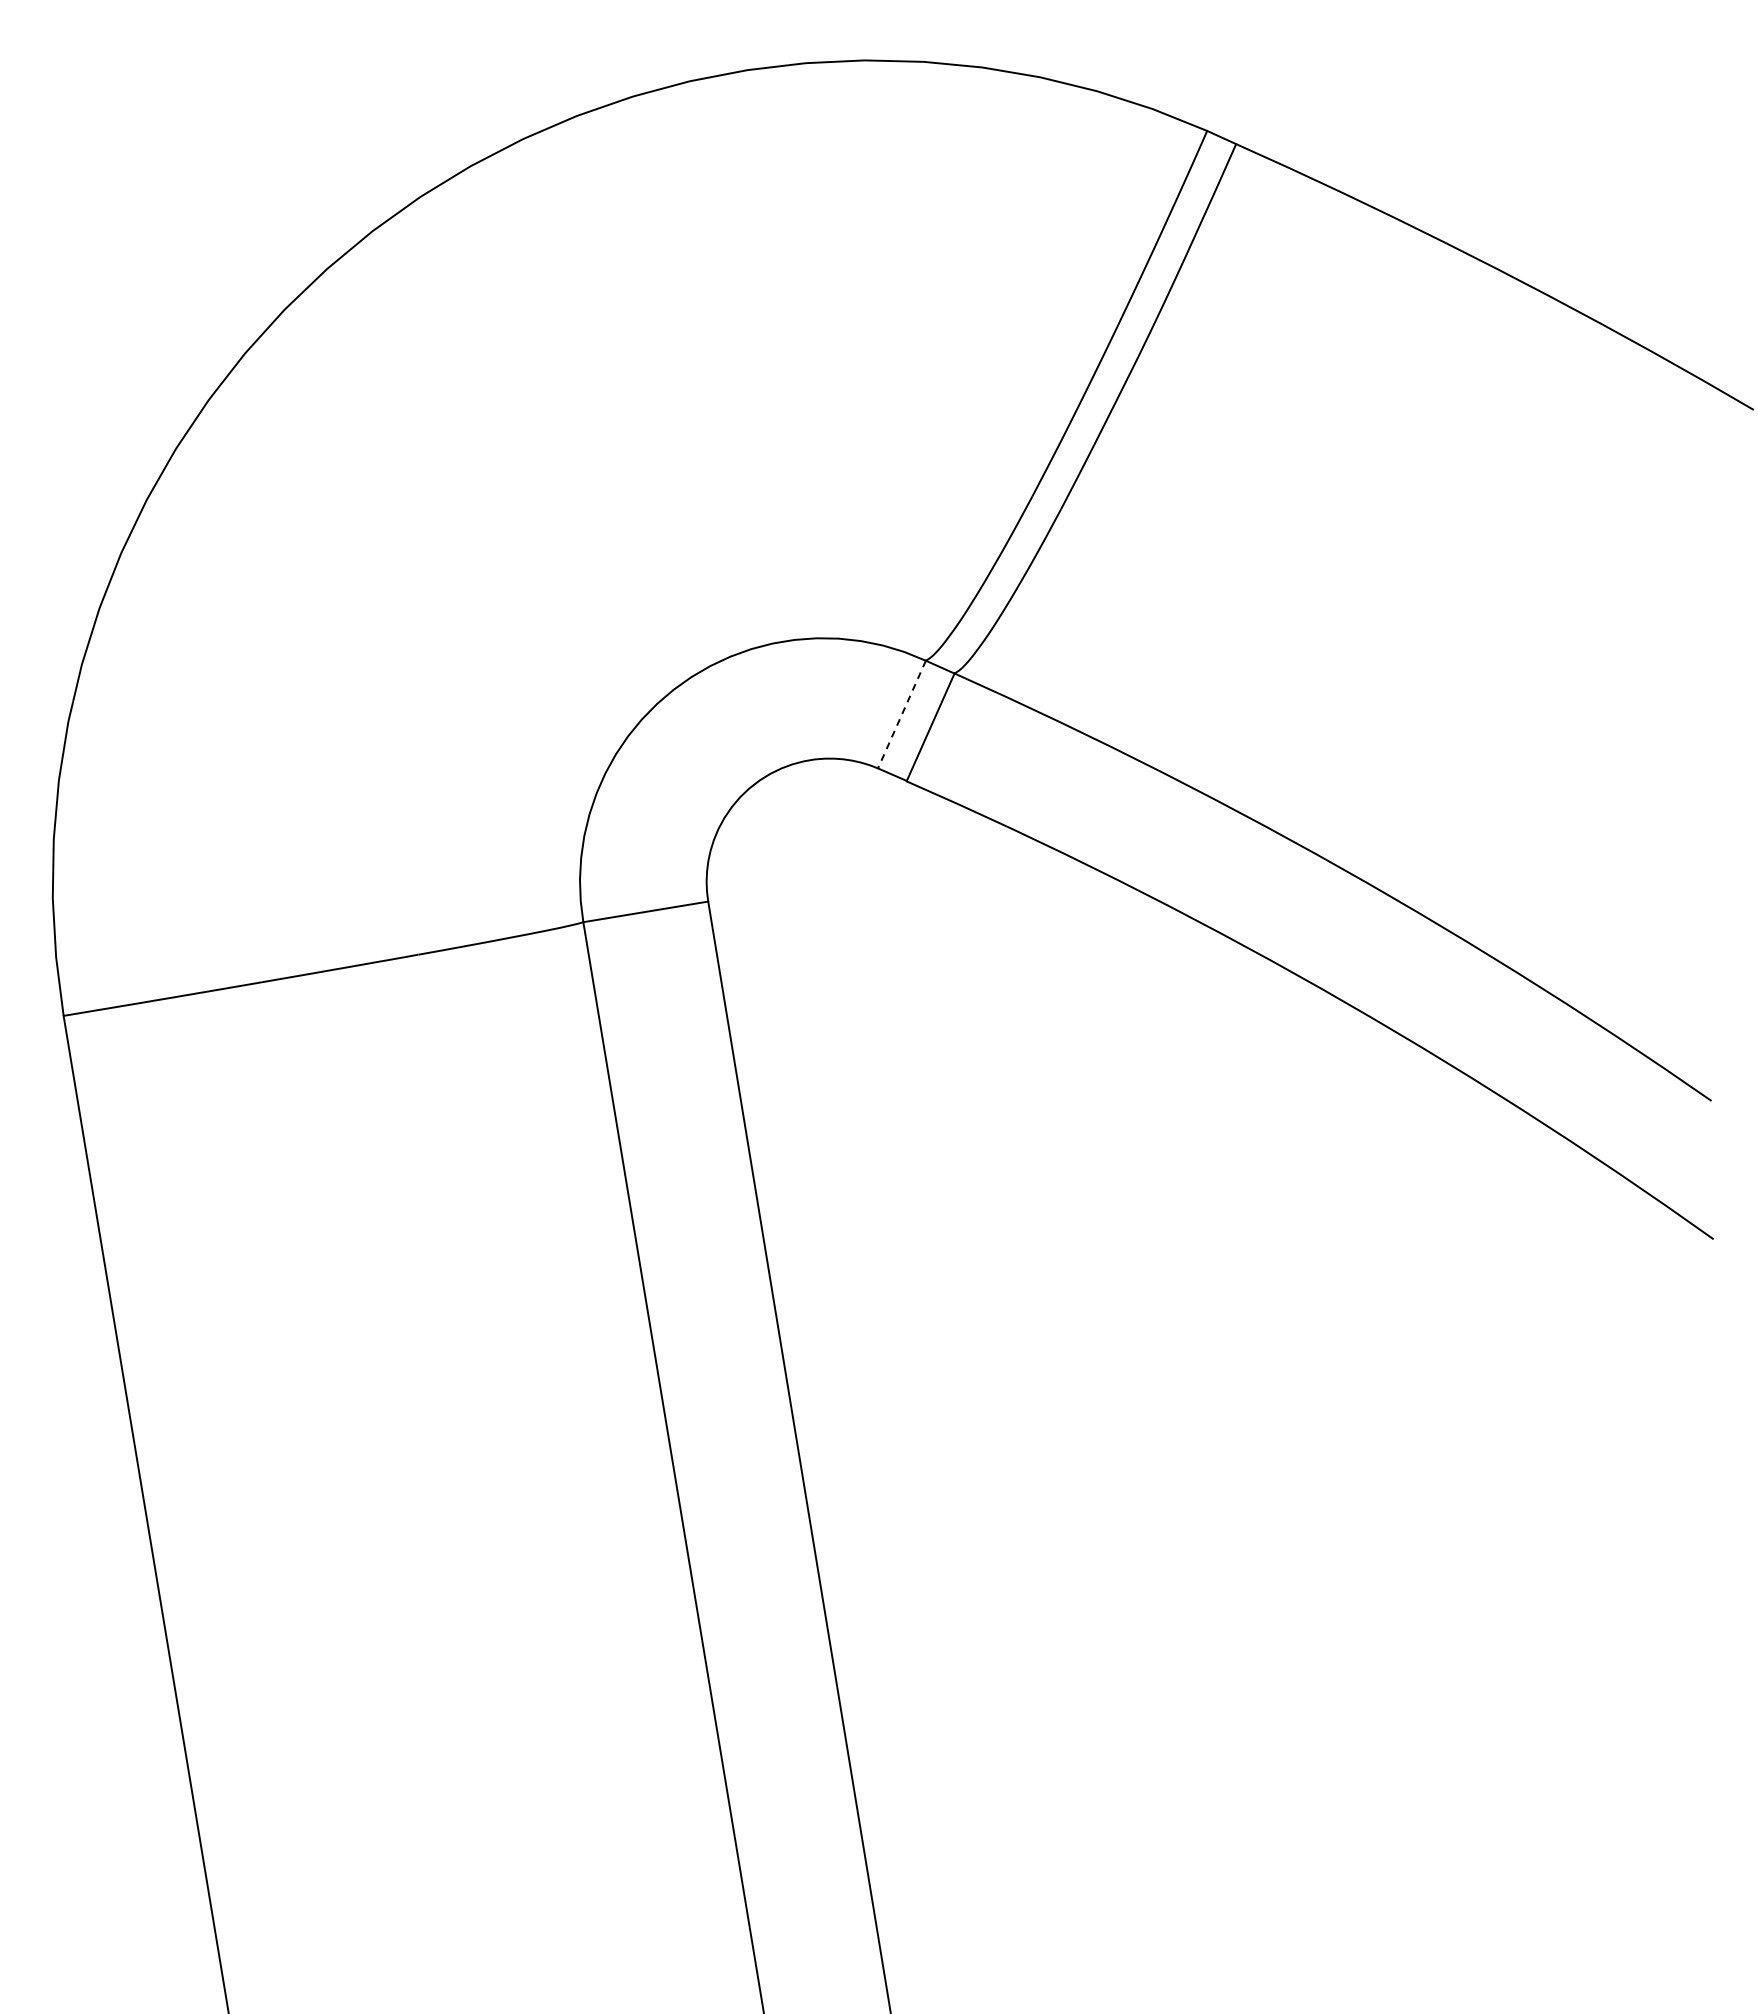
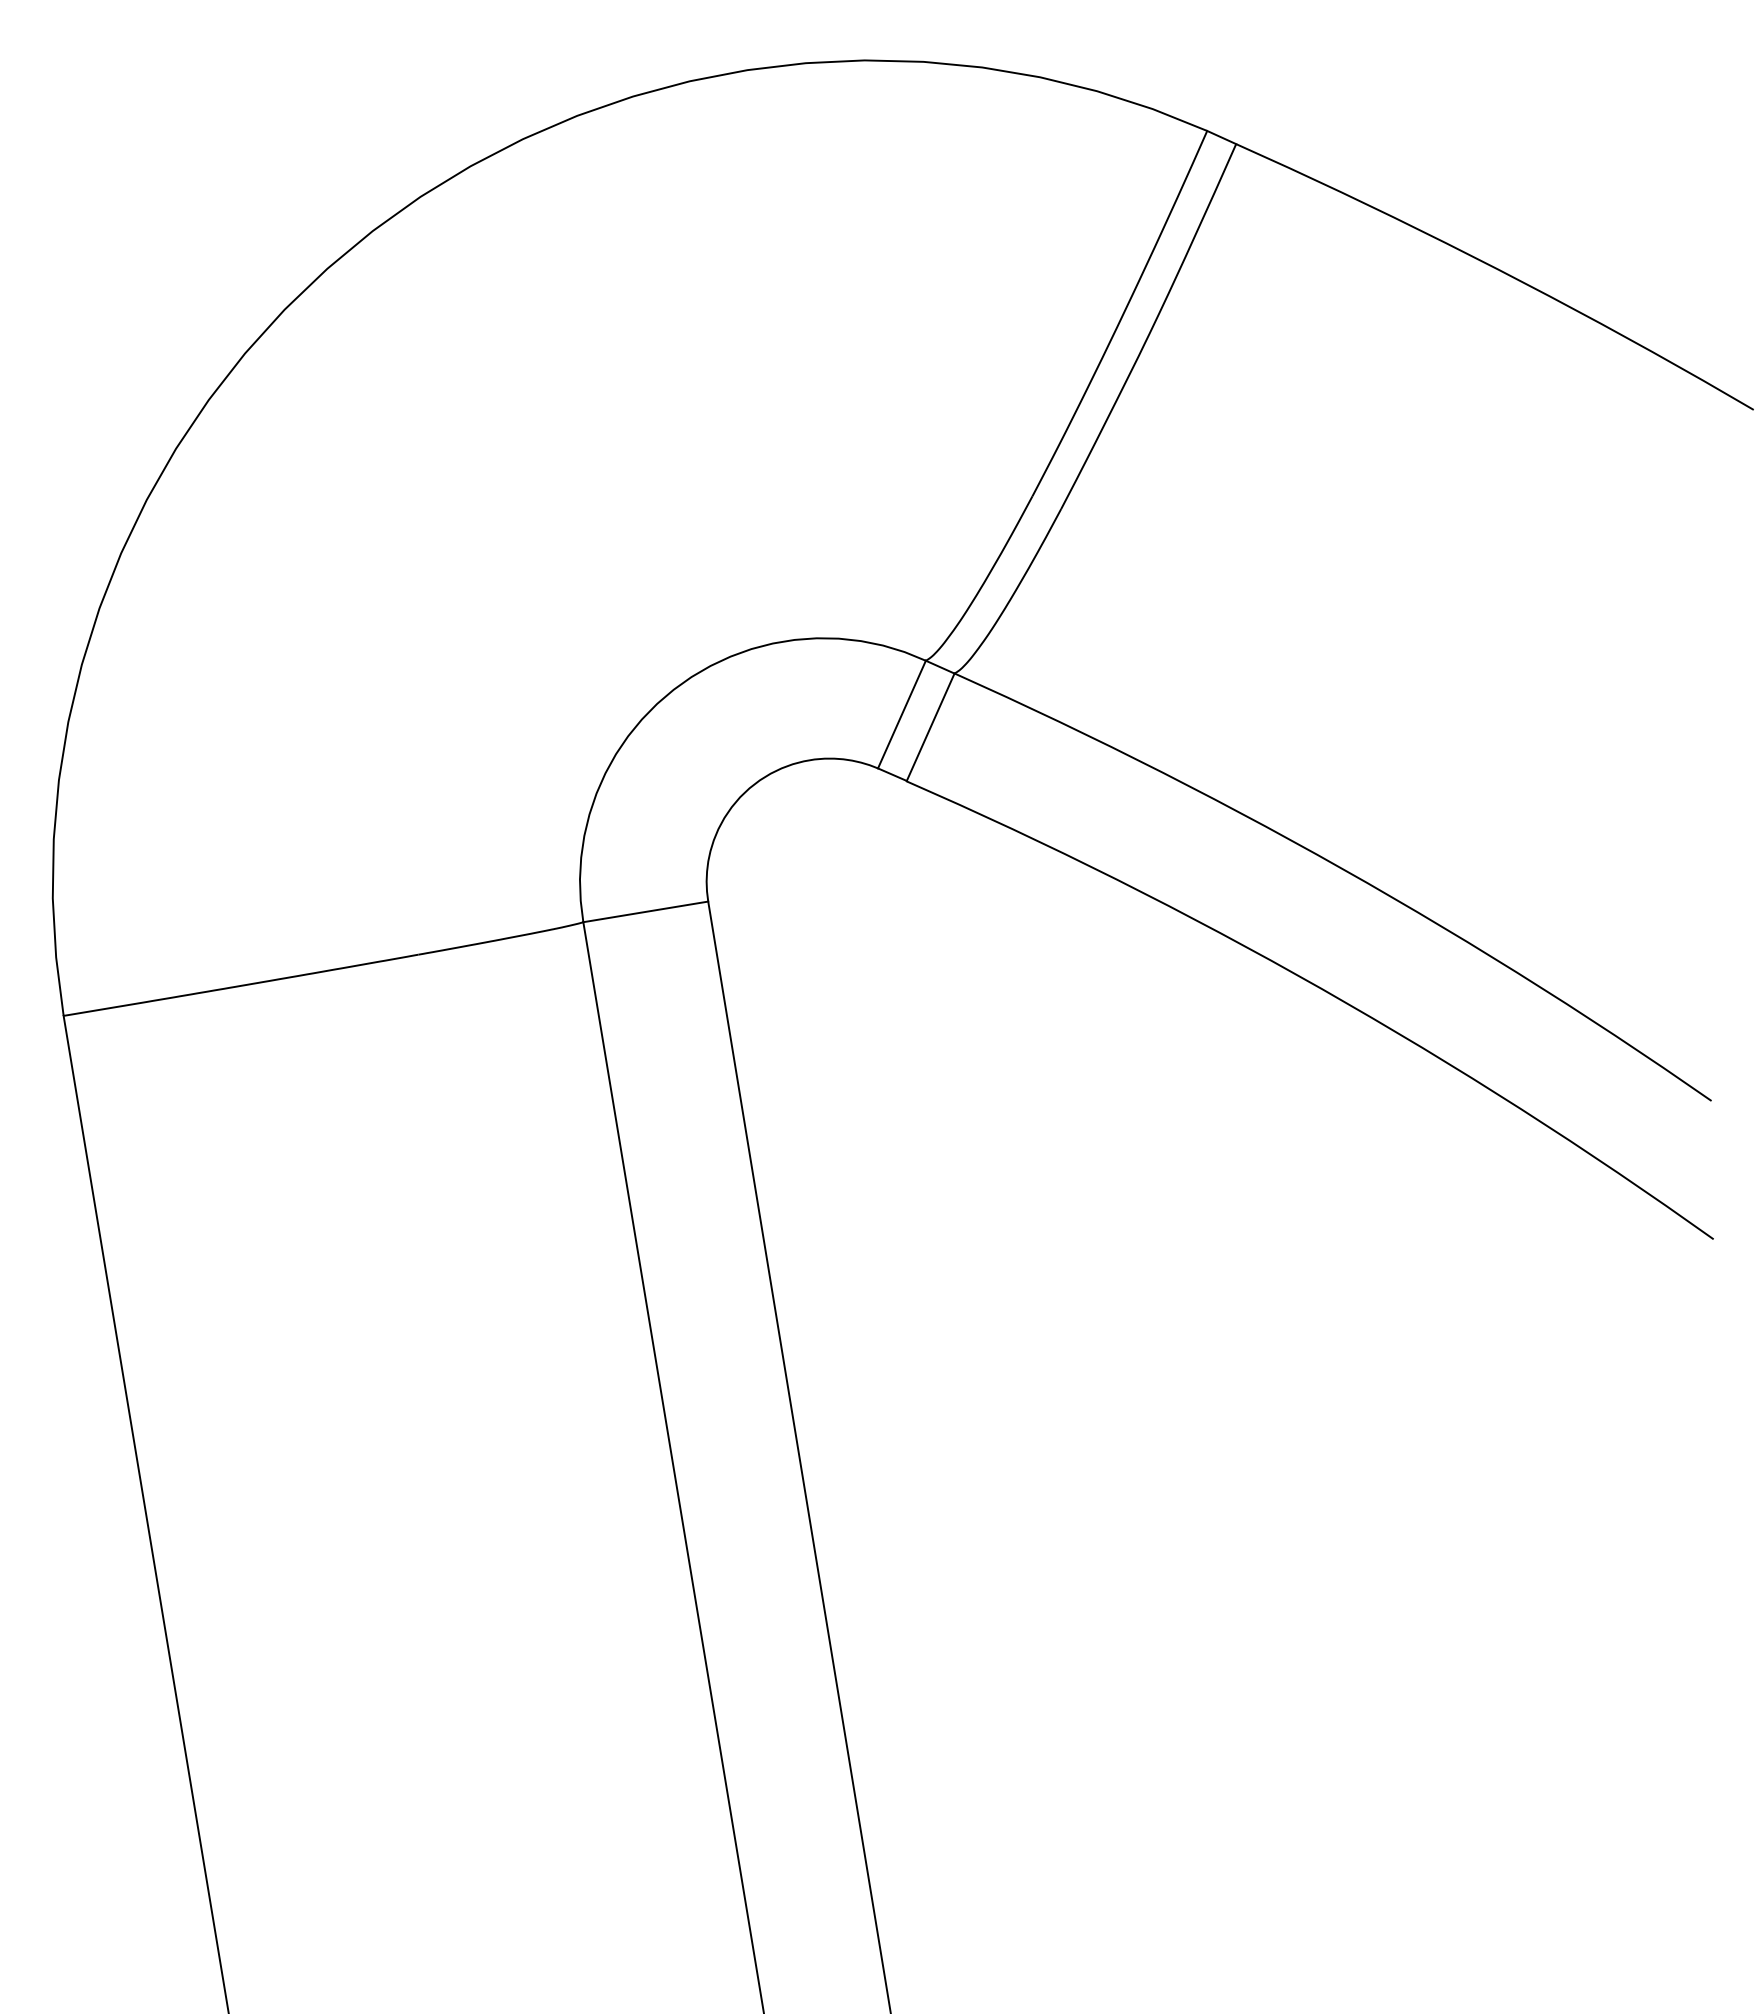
line at (901, 714): dashed -> solid
